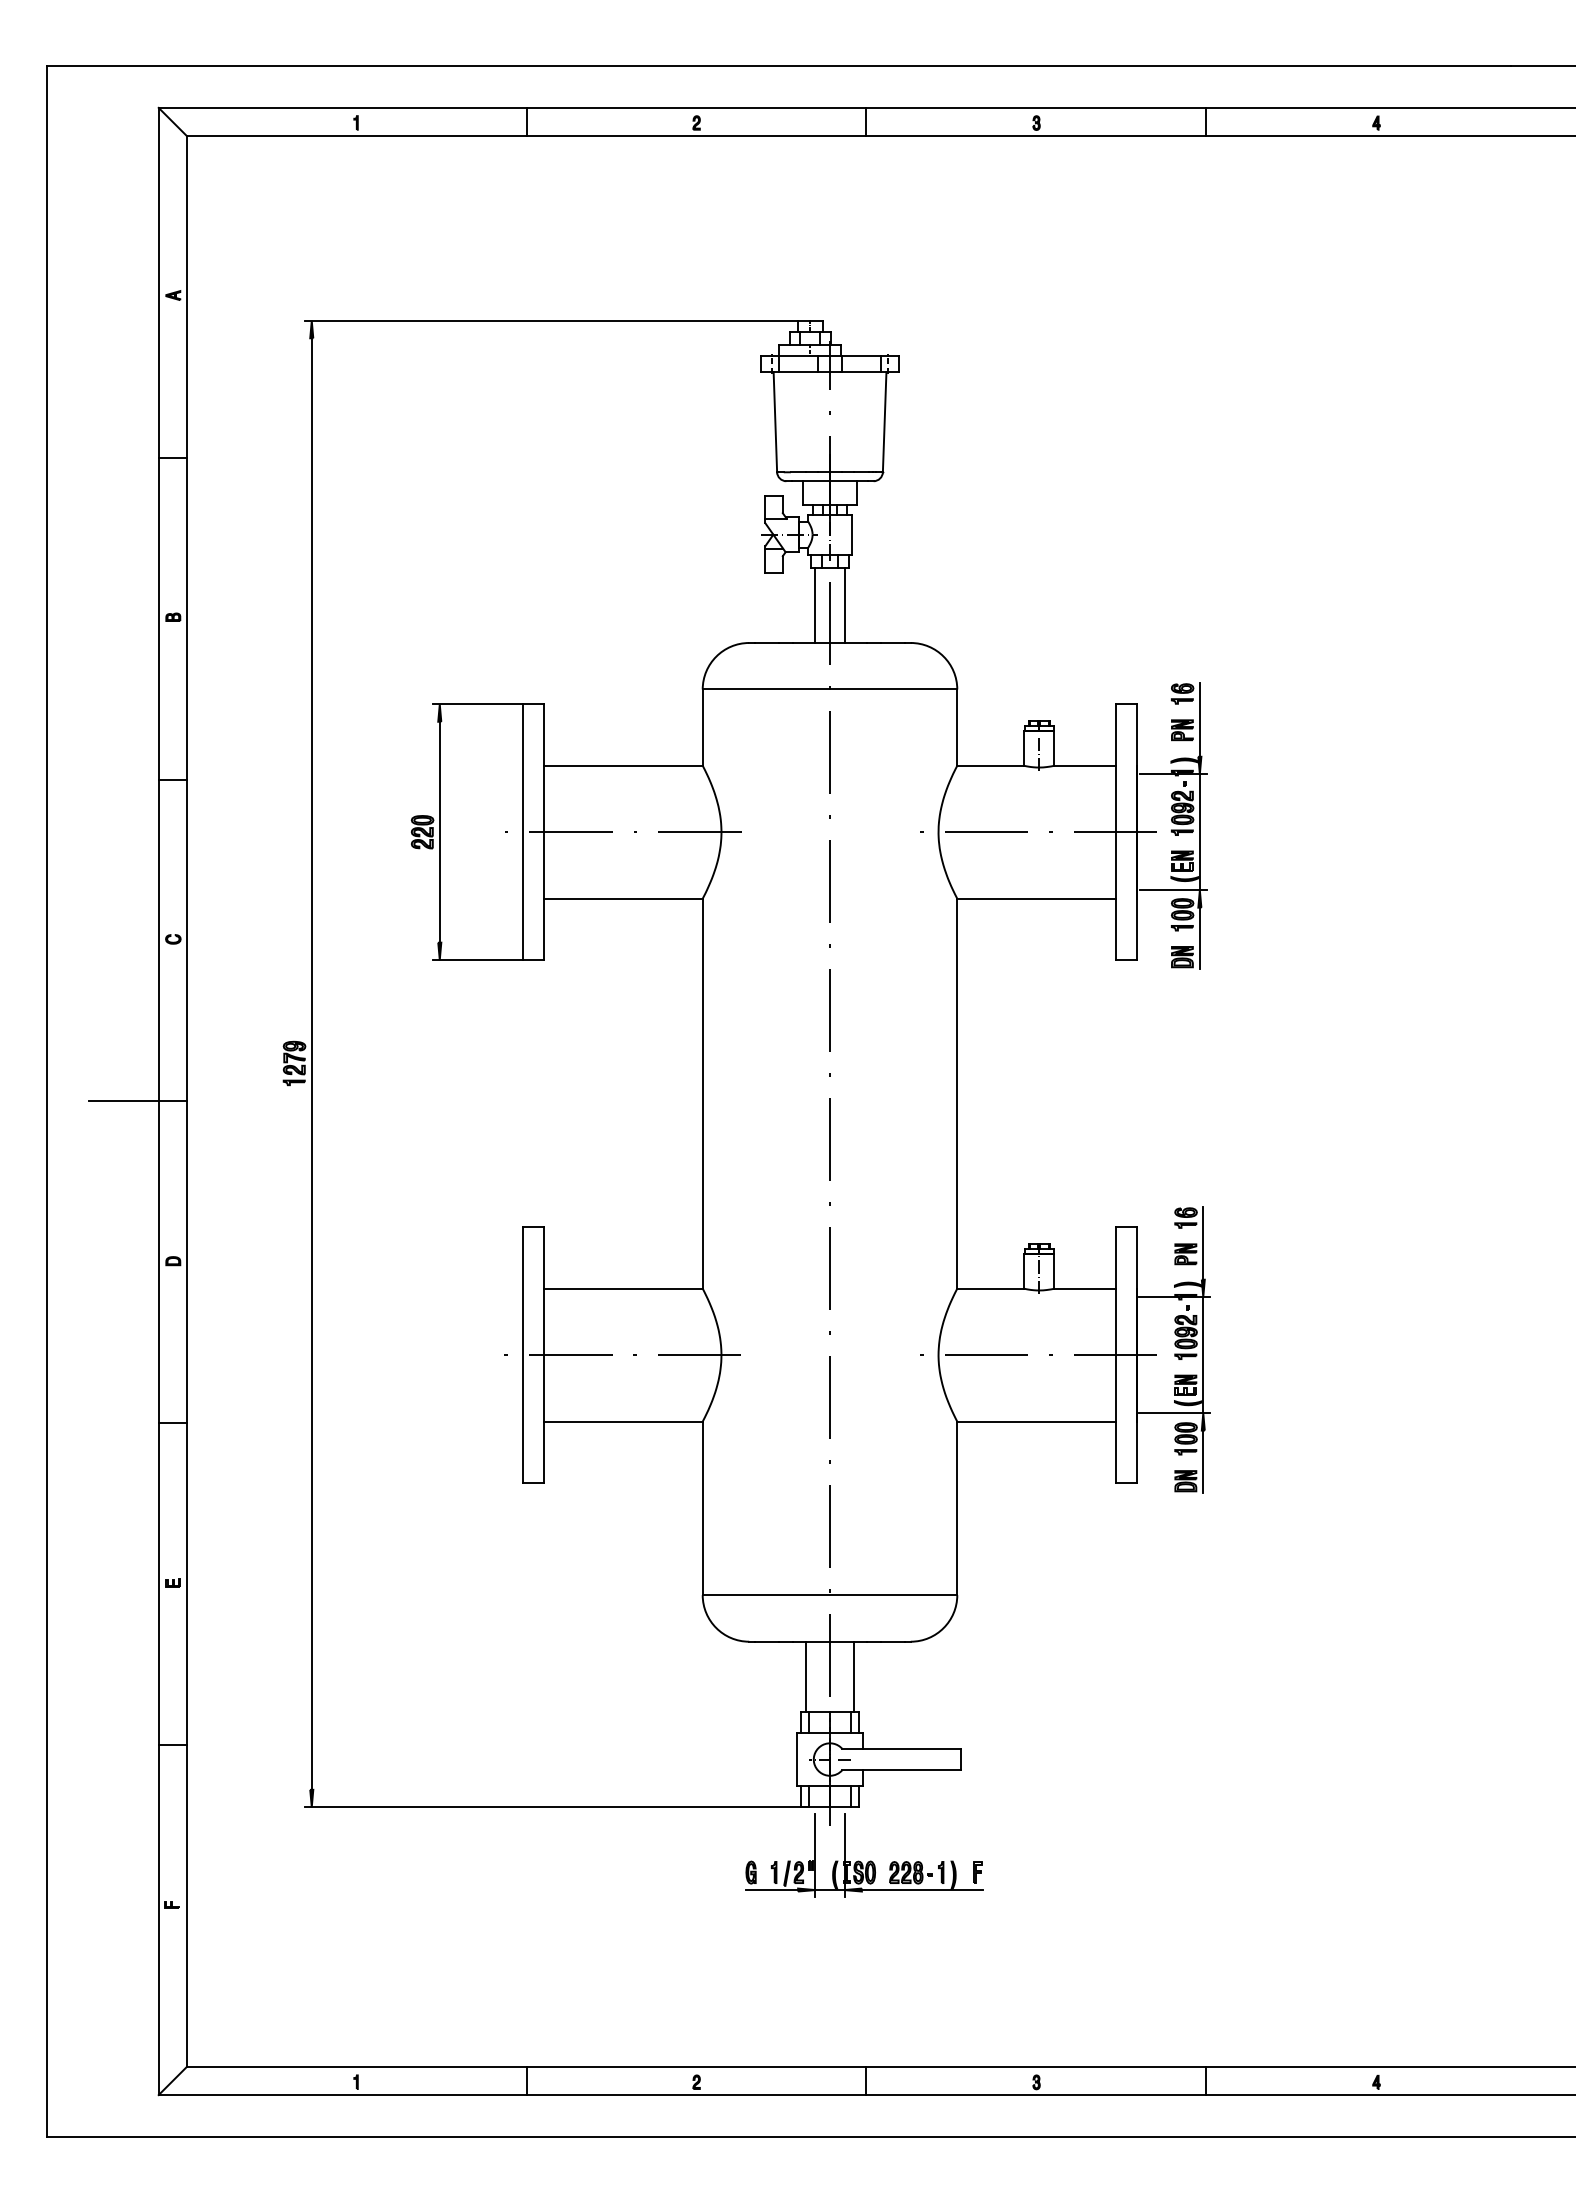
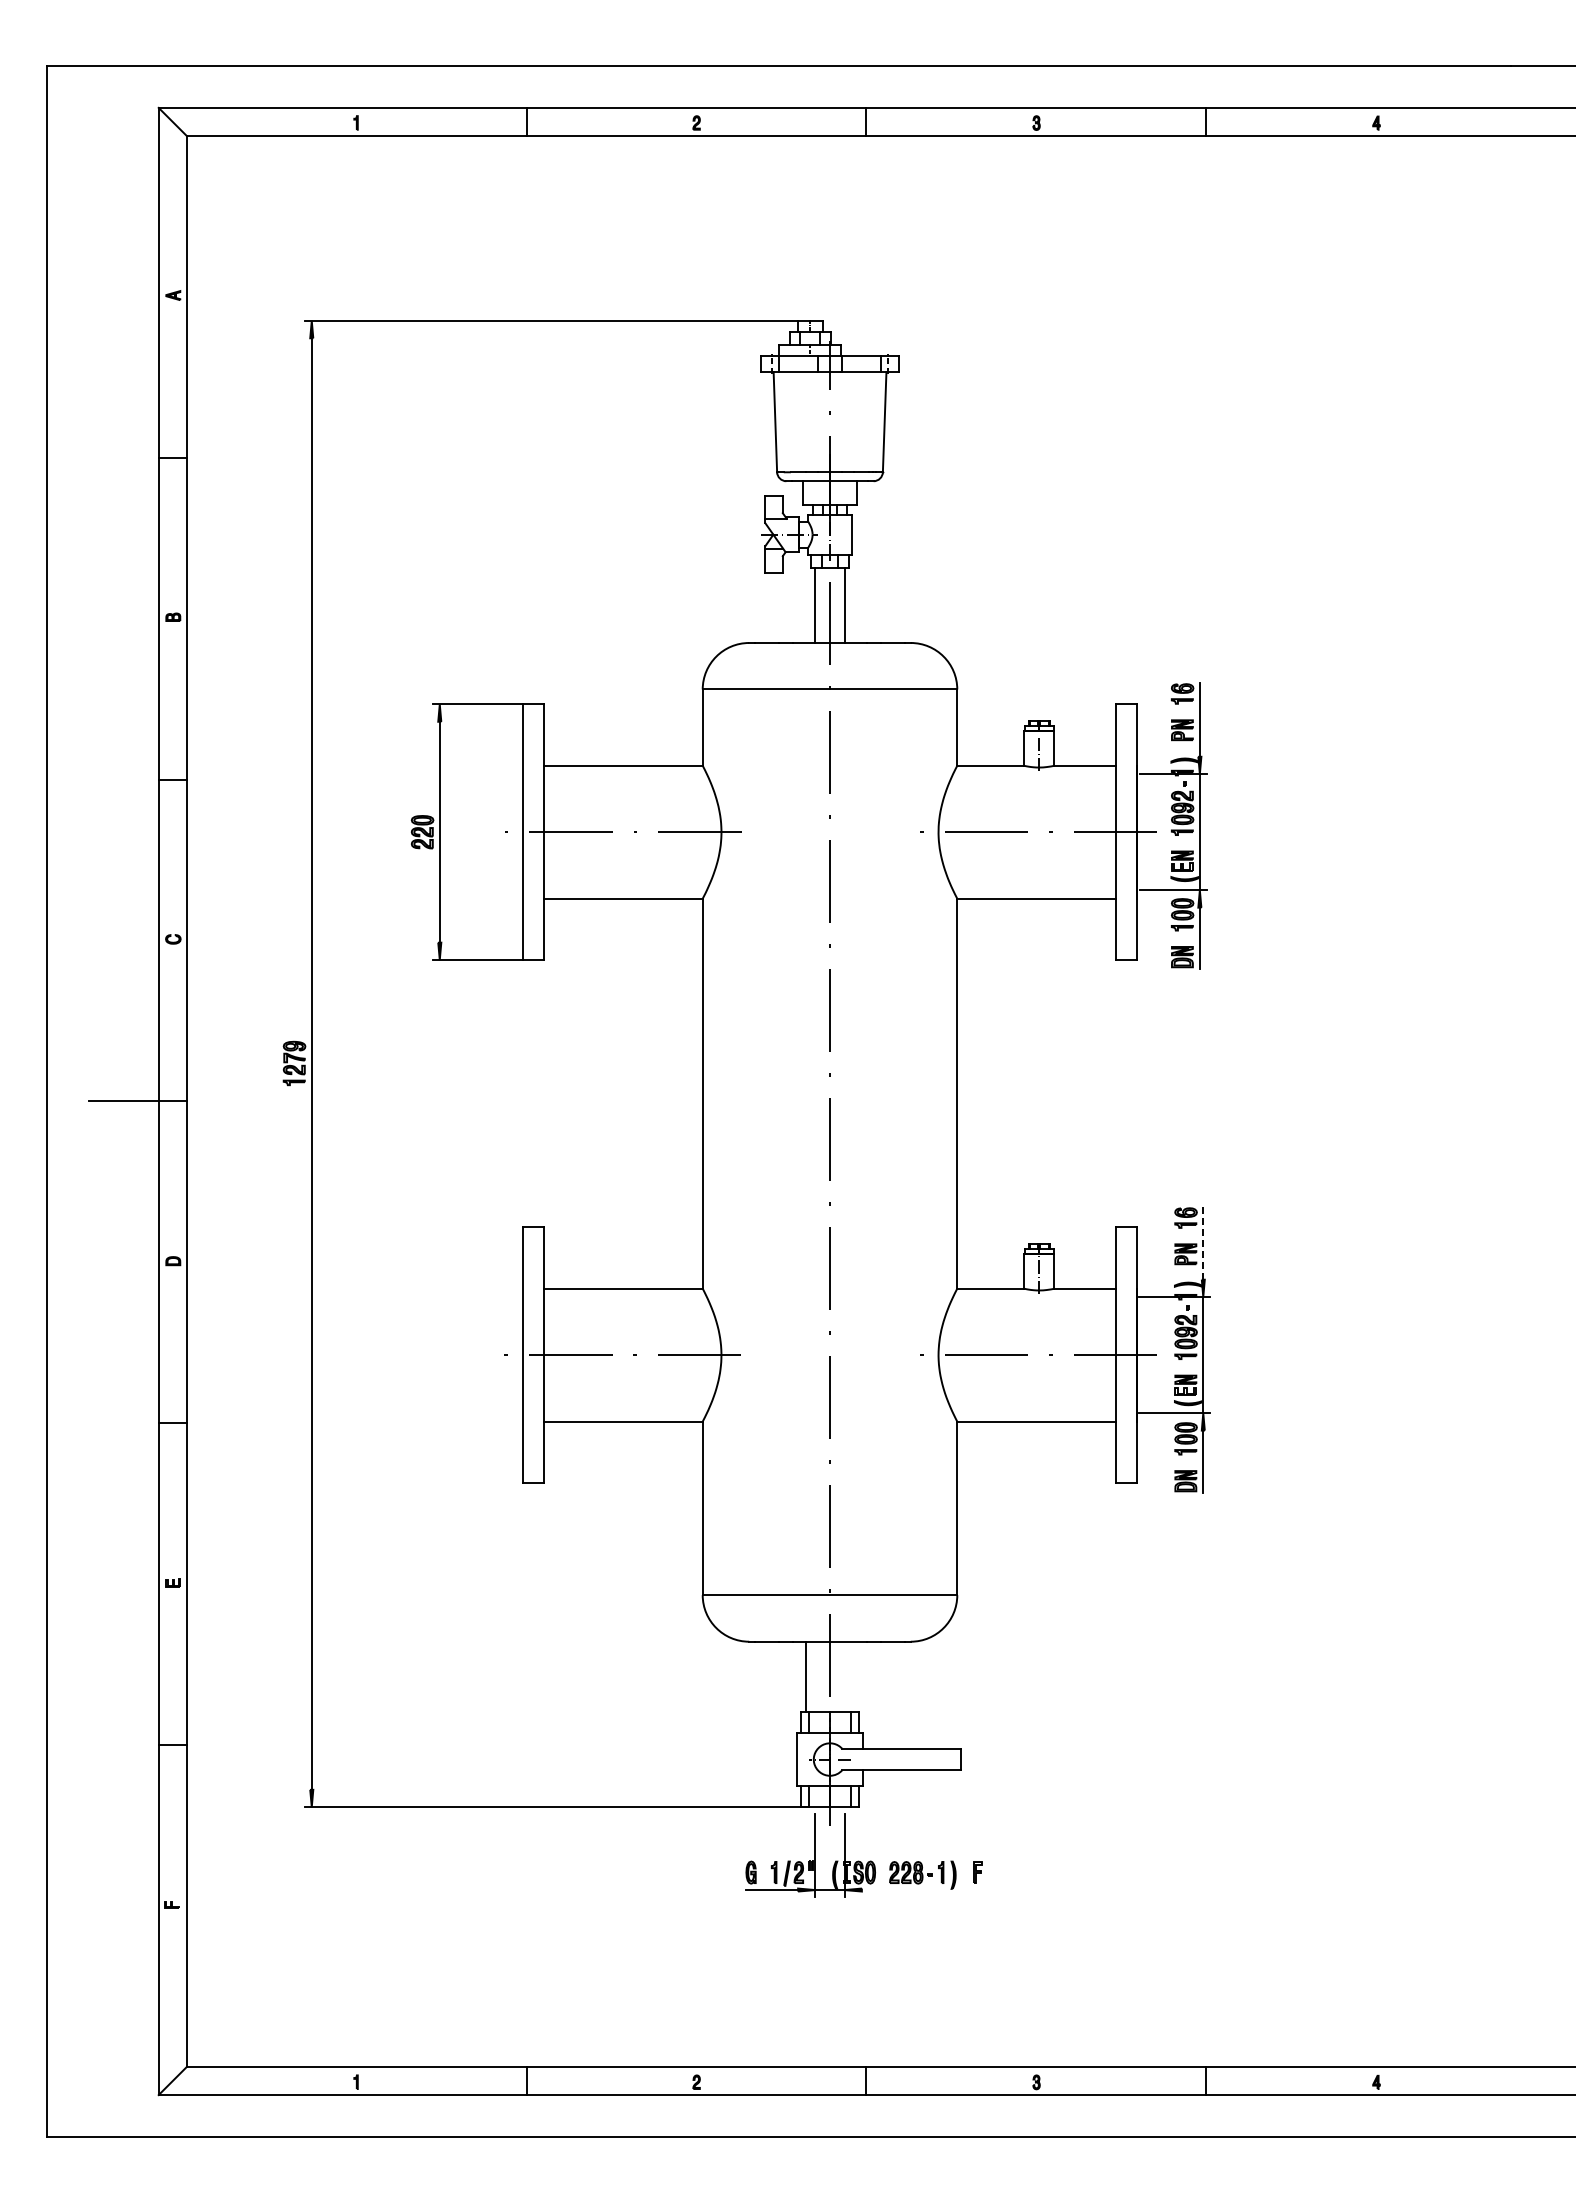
line at (1203, 1242): solid -> dashed
line at (854, 1676): present -> none
line at (922, 1890): present -> none
